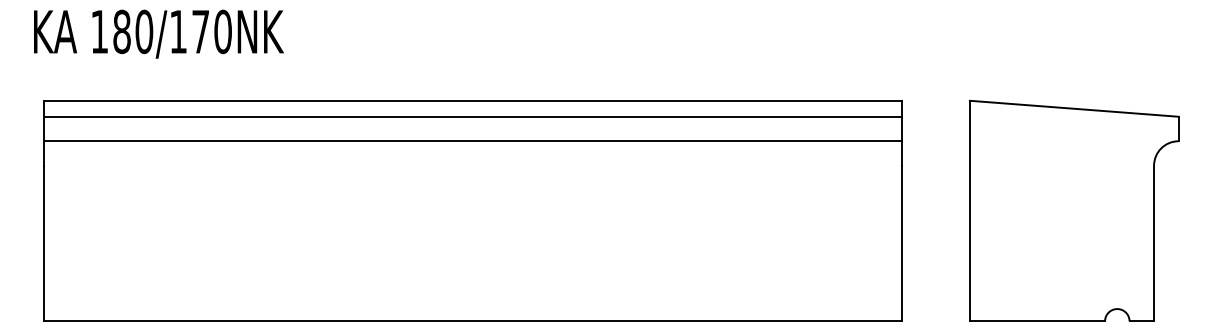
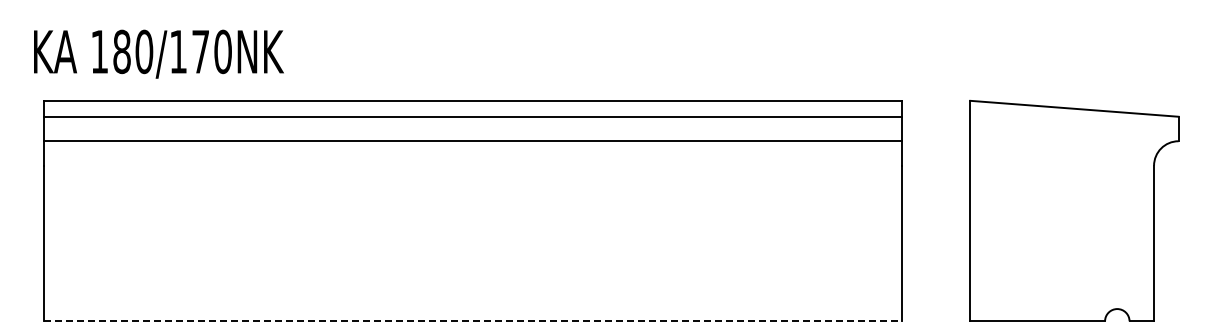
text at (158, 33) position: (158, 33) -> (158, 53)
line at (472, 321): solid -> dashed
